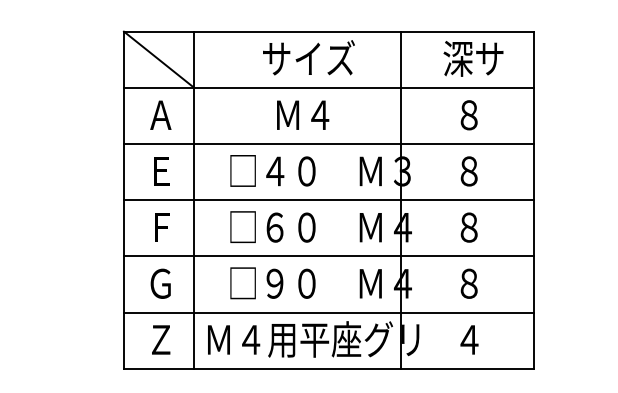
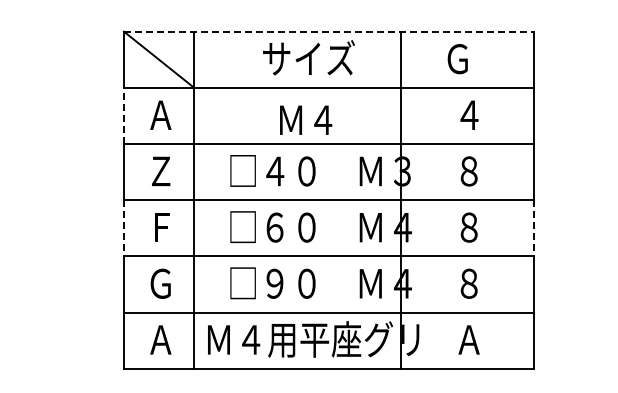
line at (329, 31): solid -> dashed
text at (473, 58): 深サ -> Ｇ
text at (303, 114) position: (303, 114) -> (306, 119)
line at (123, 115): solid -> dashed
text at (469, 115): ８ -> ４
text at (161, 171): Ｅ -> Ｚ
line at (123, 228): solid -> dashed
line at (534, 228): solid -> dashed
text at (160, 339): Ｚ -> Ａ
text at (468, 339): ４ -> Ａ
